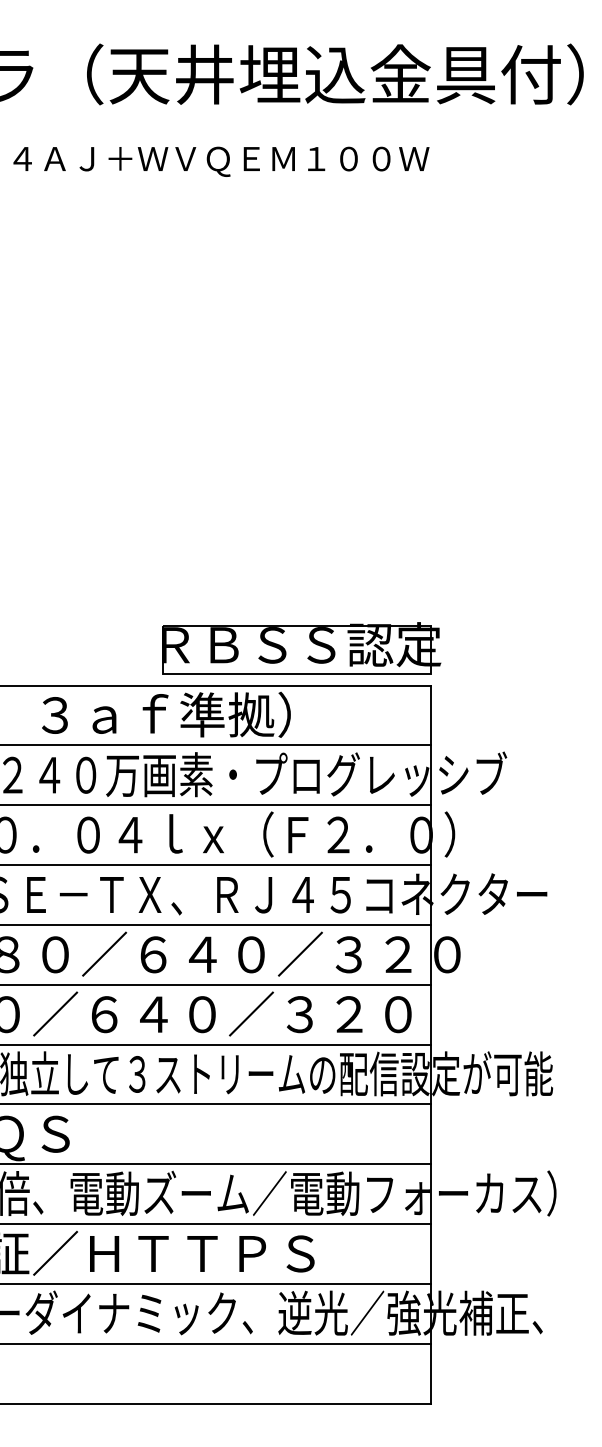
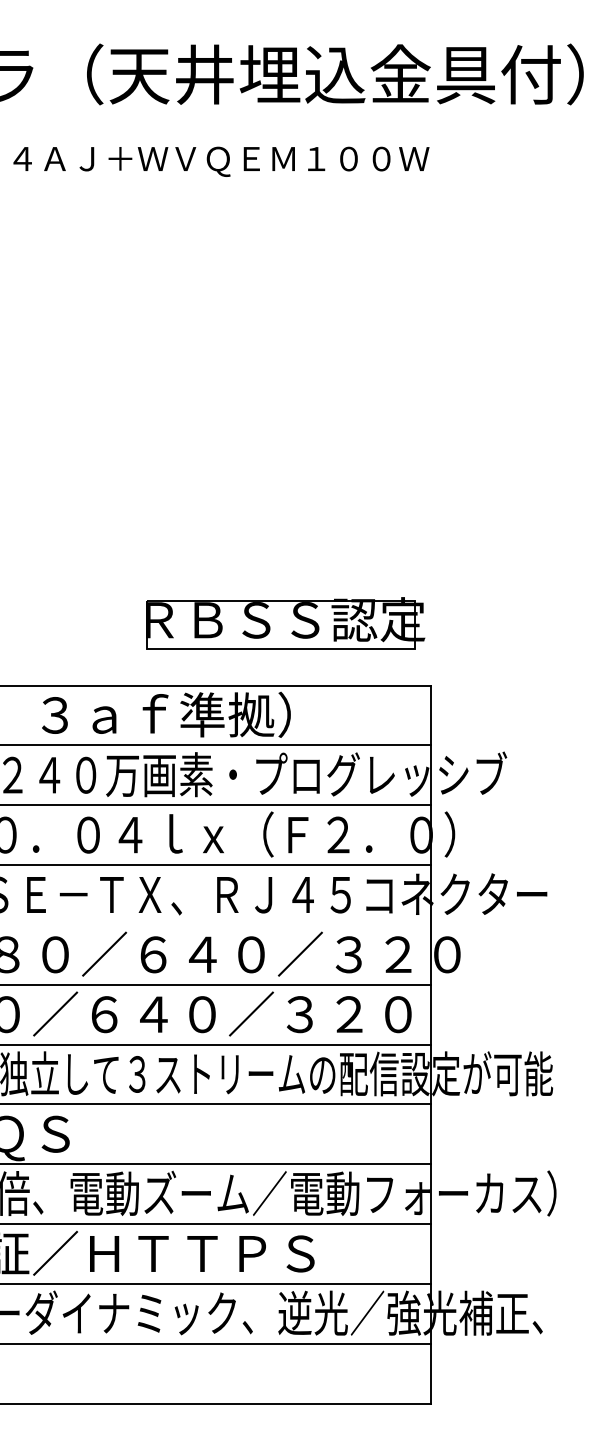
part at (301, 648) position: (301, 648) -> (285, 623)
line at (216, 924): present -> none
